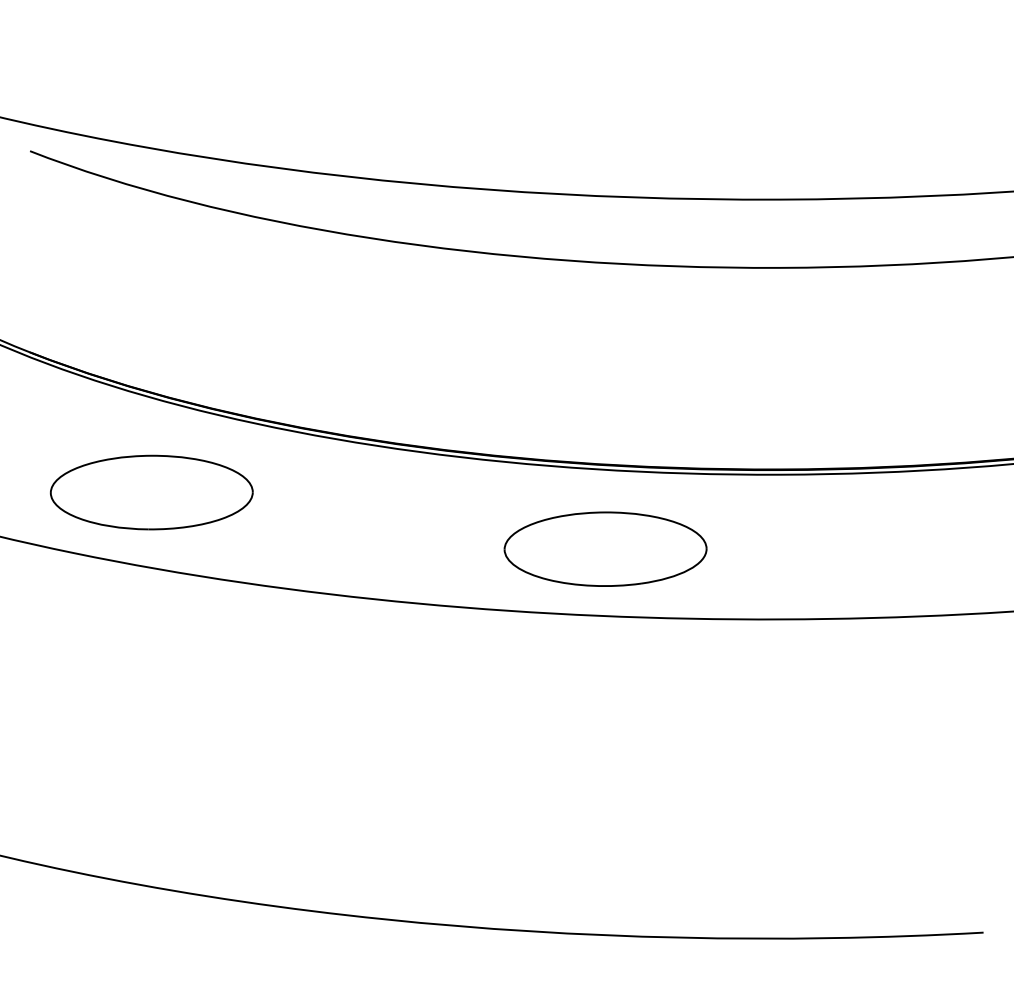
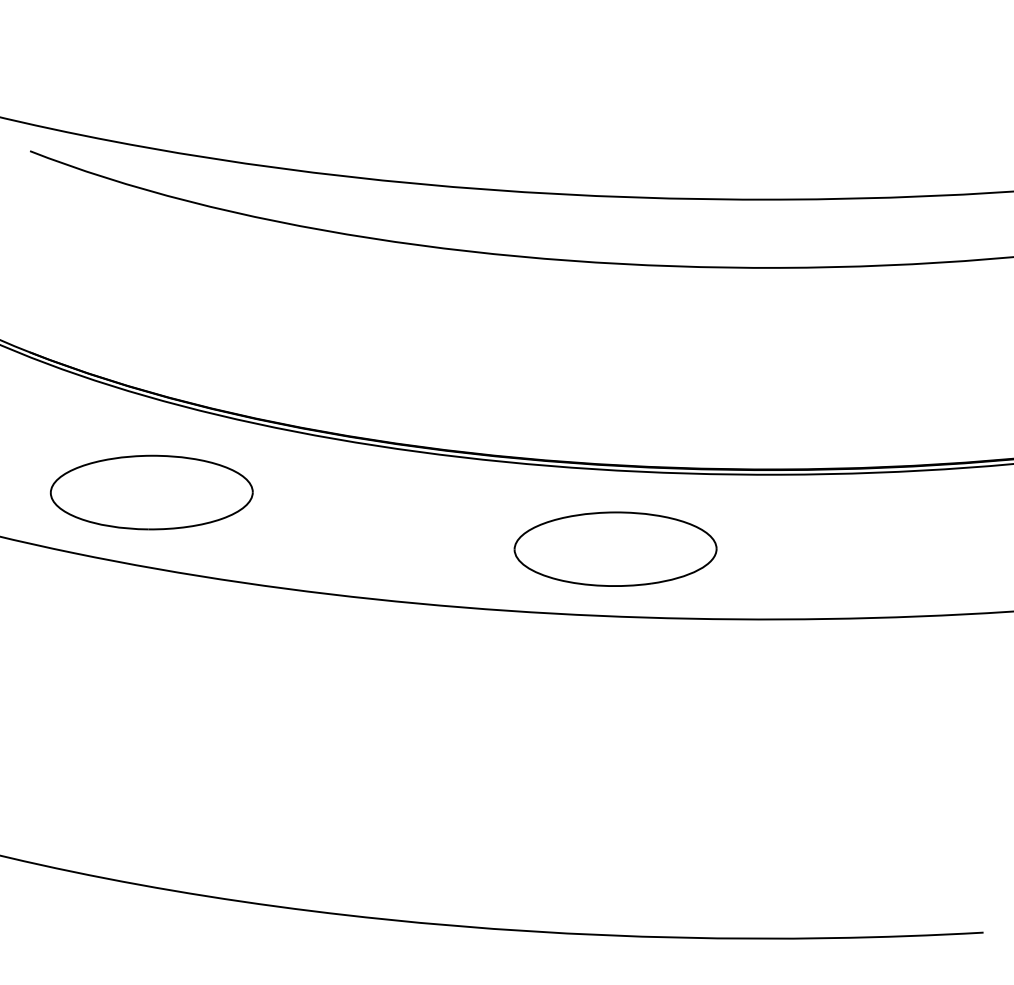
part at (605, 548) position: (605, 548) -> (615, 548)
